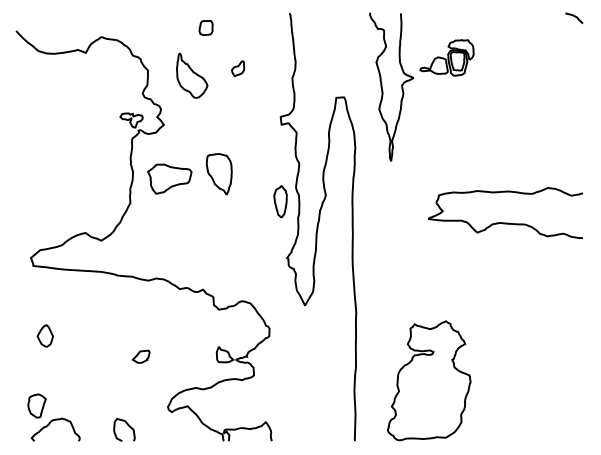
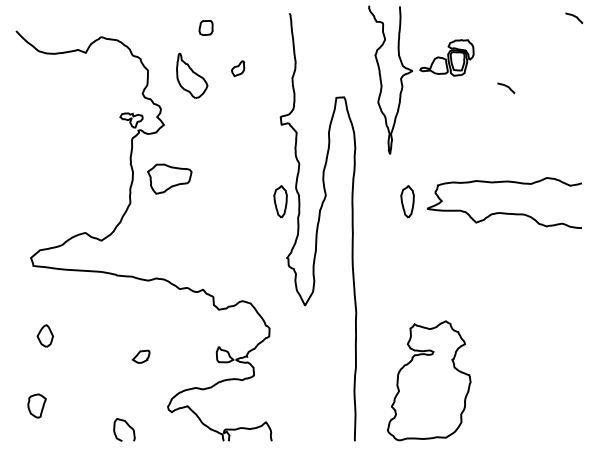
curve at (506, 87): none -> present
curve at (383, 90) position: (383, 90) -> (382, 83)
part at (218, 174): present -> none
part at (407, 201): none -> present
curve at (505, 222) position: (505, 222) -> (504, 212)
curve at (49, 425): present -> none
